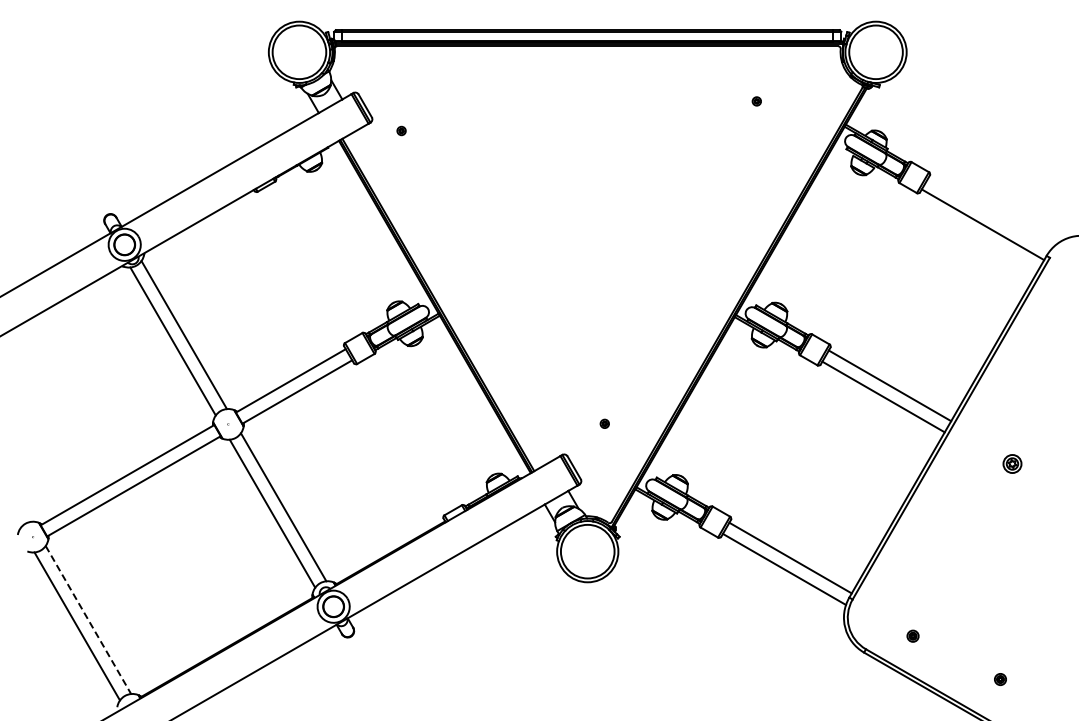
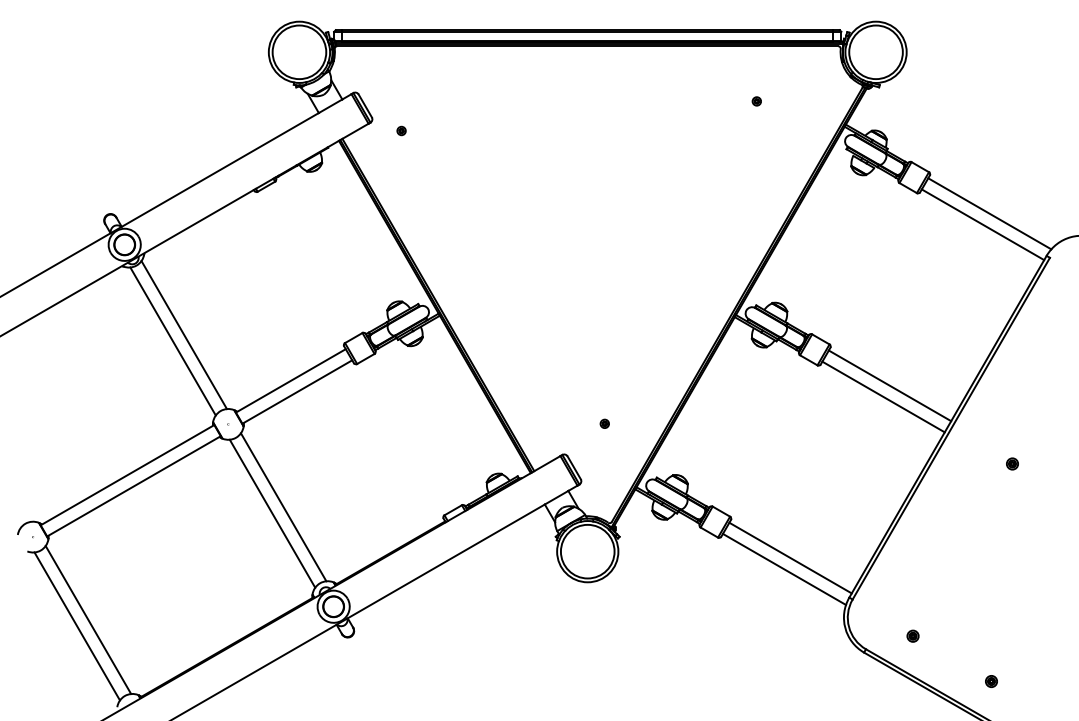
line at (989, 213): none -> present
part at (1012, 463) size: 21x20 px -> 13x14 px
line at (88, 620): dashed -> solid
part at (1000, 679) position: (1000, 679) -> (991, 681)
